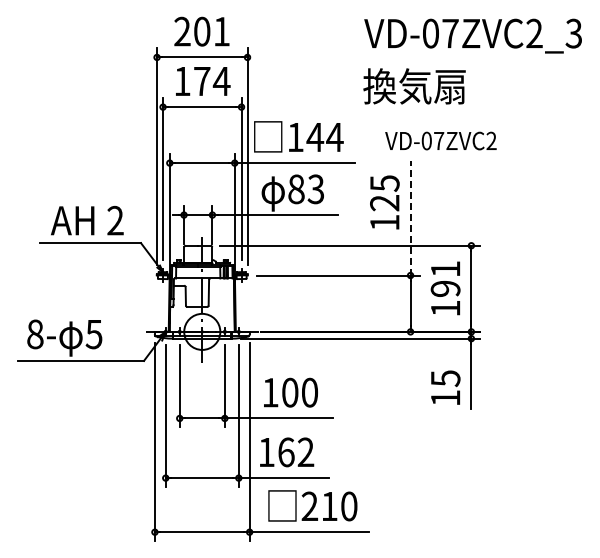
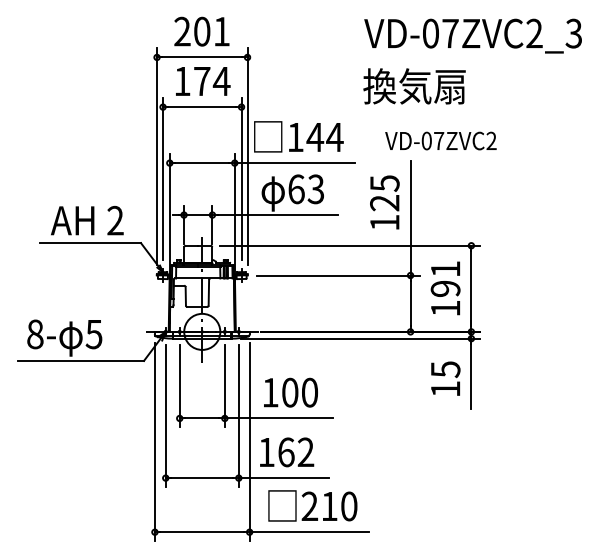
text at (296, 189): 83 -> 63
line at (410, 217): dashed -> solid
text at (445, 387) position: (445, 387) -> (445, 378)
